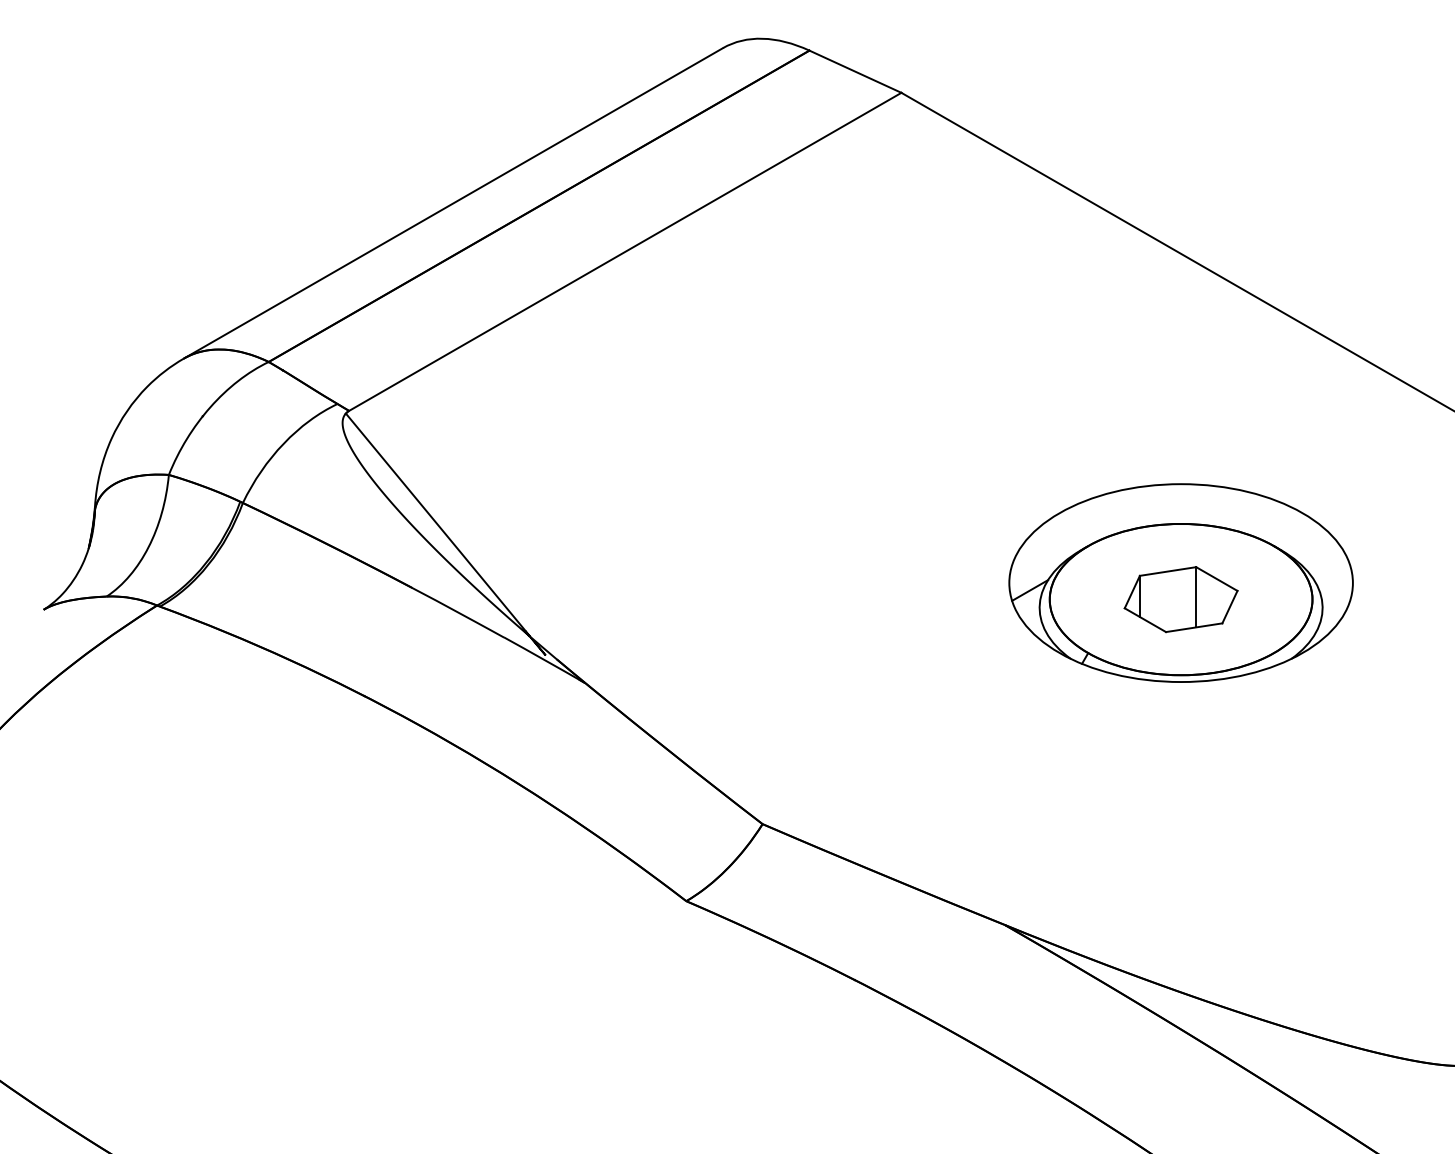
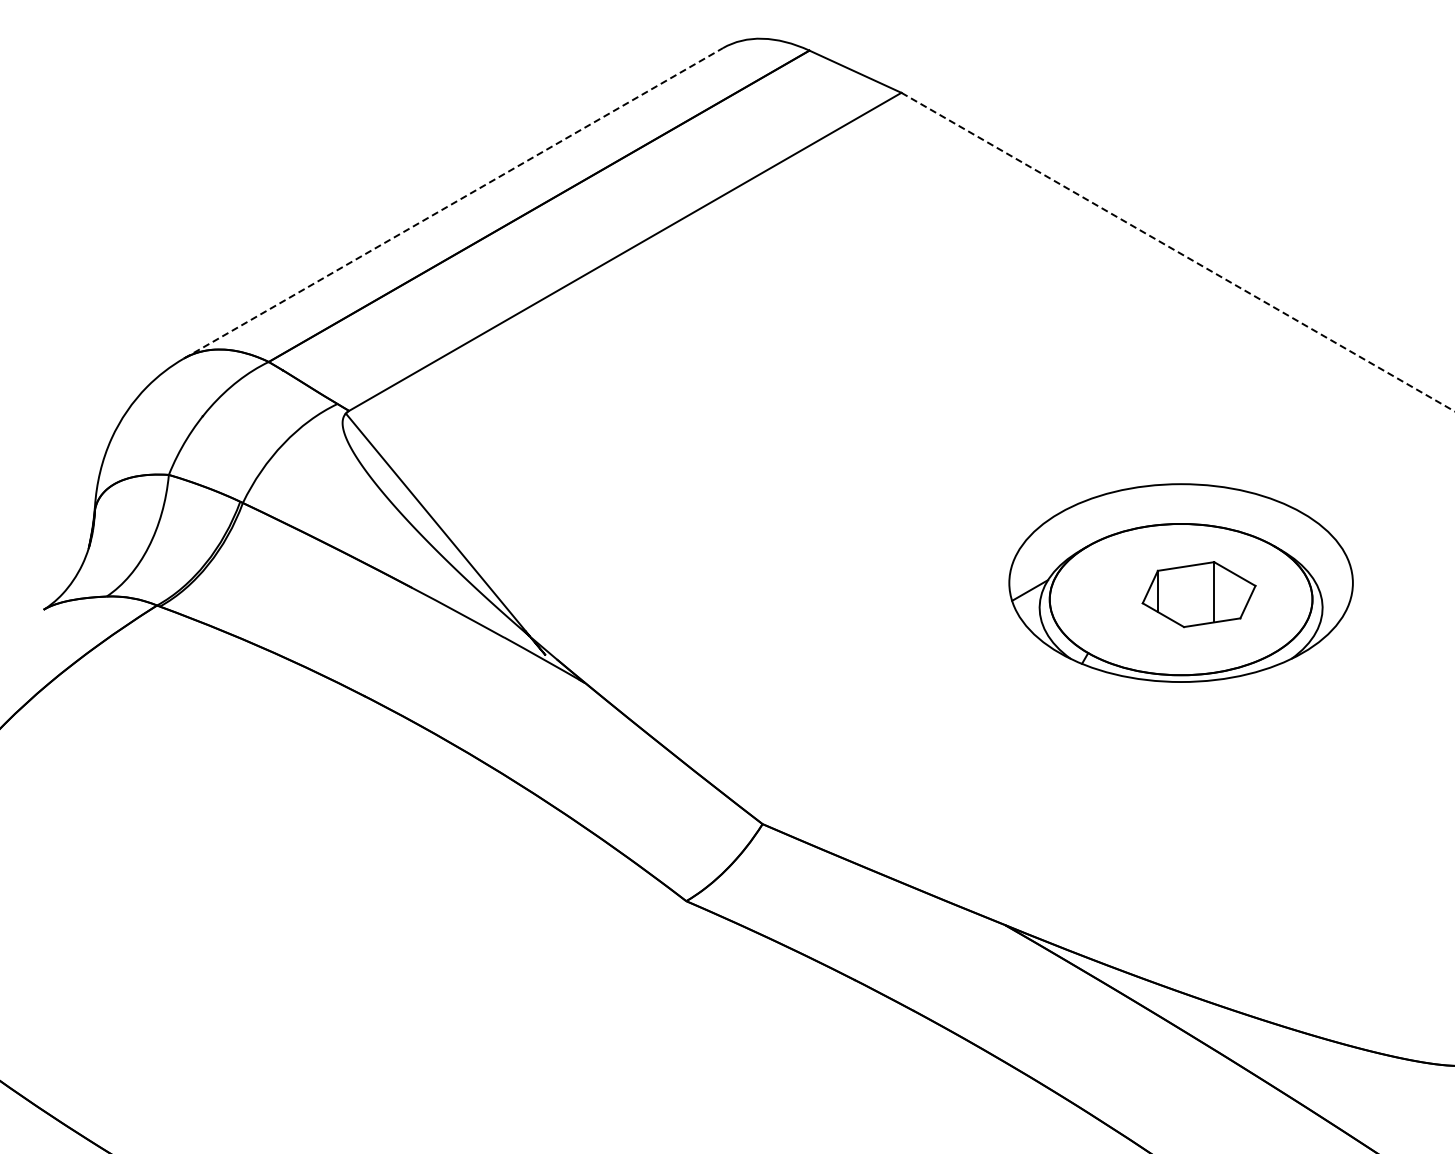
line at (453, 203): solid -> dashed
line at (1178, 252): solid -> dashed
part at (1180, 599) position: (1180, 599) -> (1198, 594)
